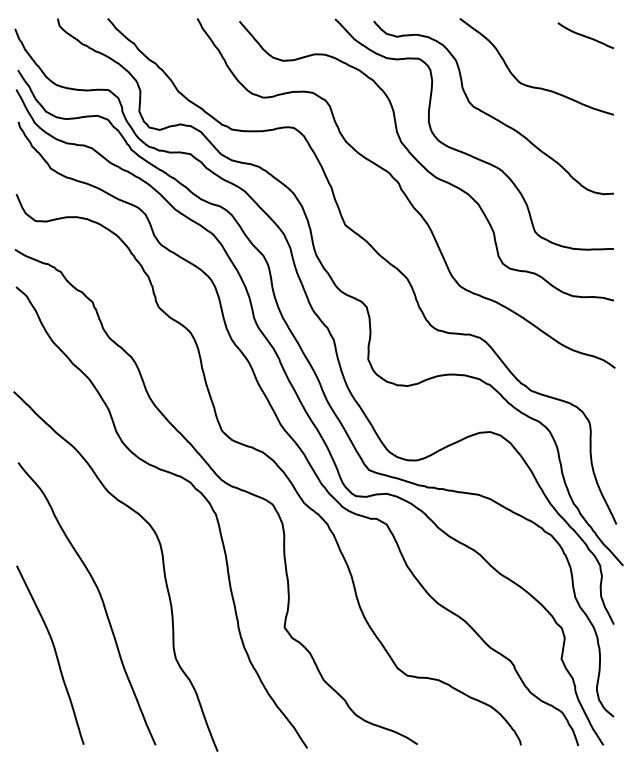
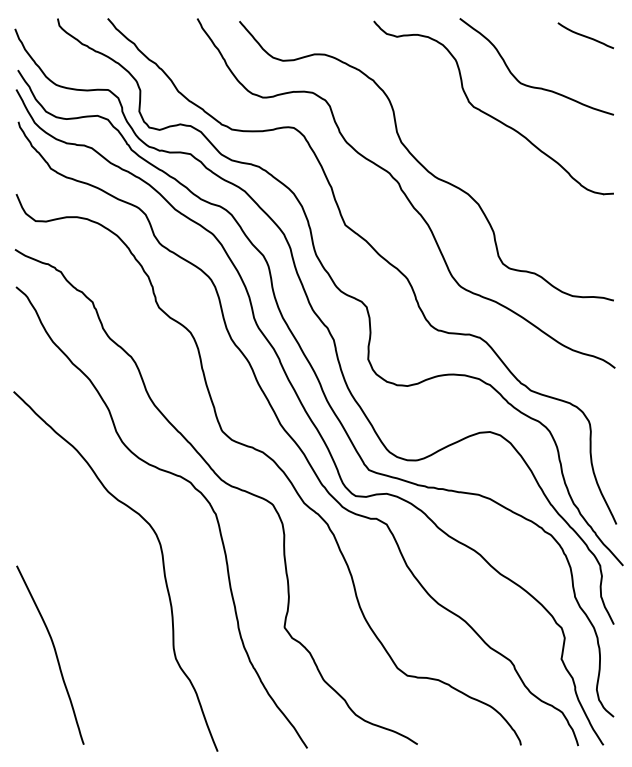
curve at (468, 153): present -> none
curve at (100, 598): present -> none
